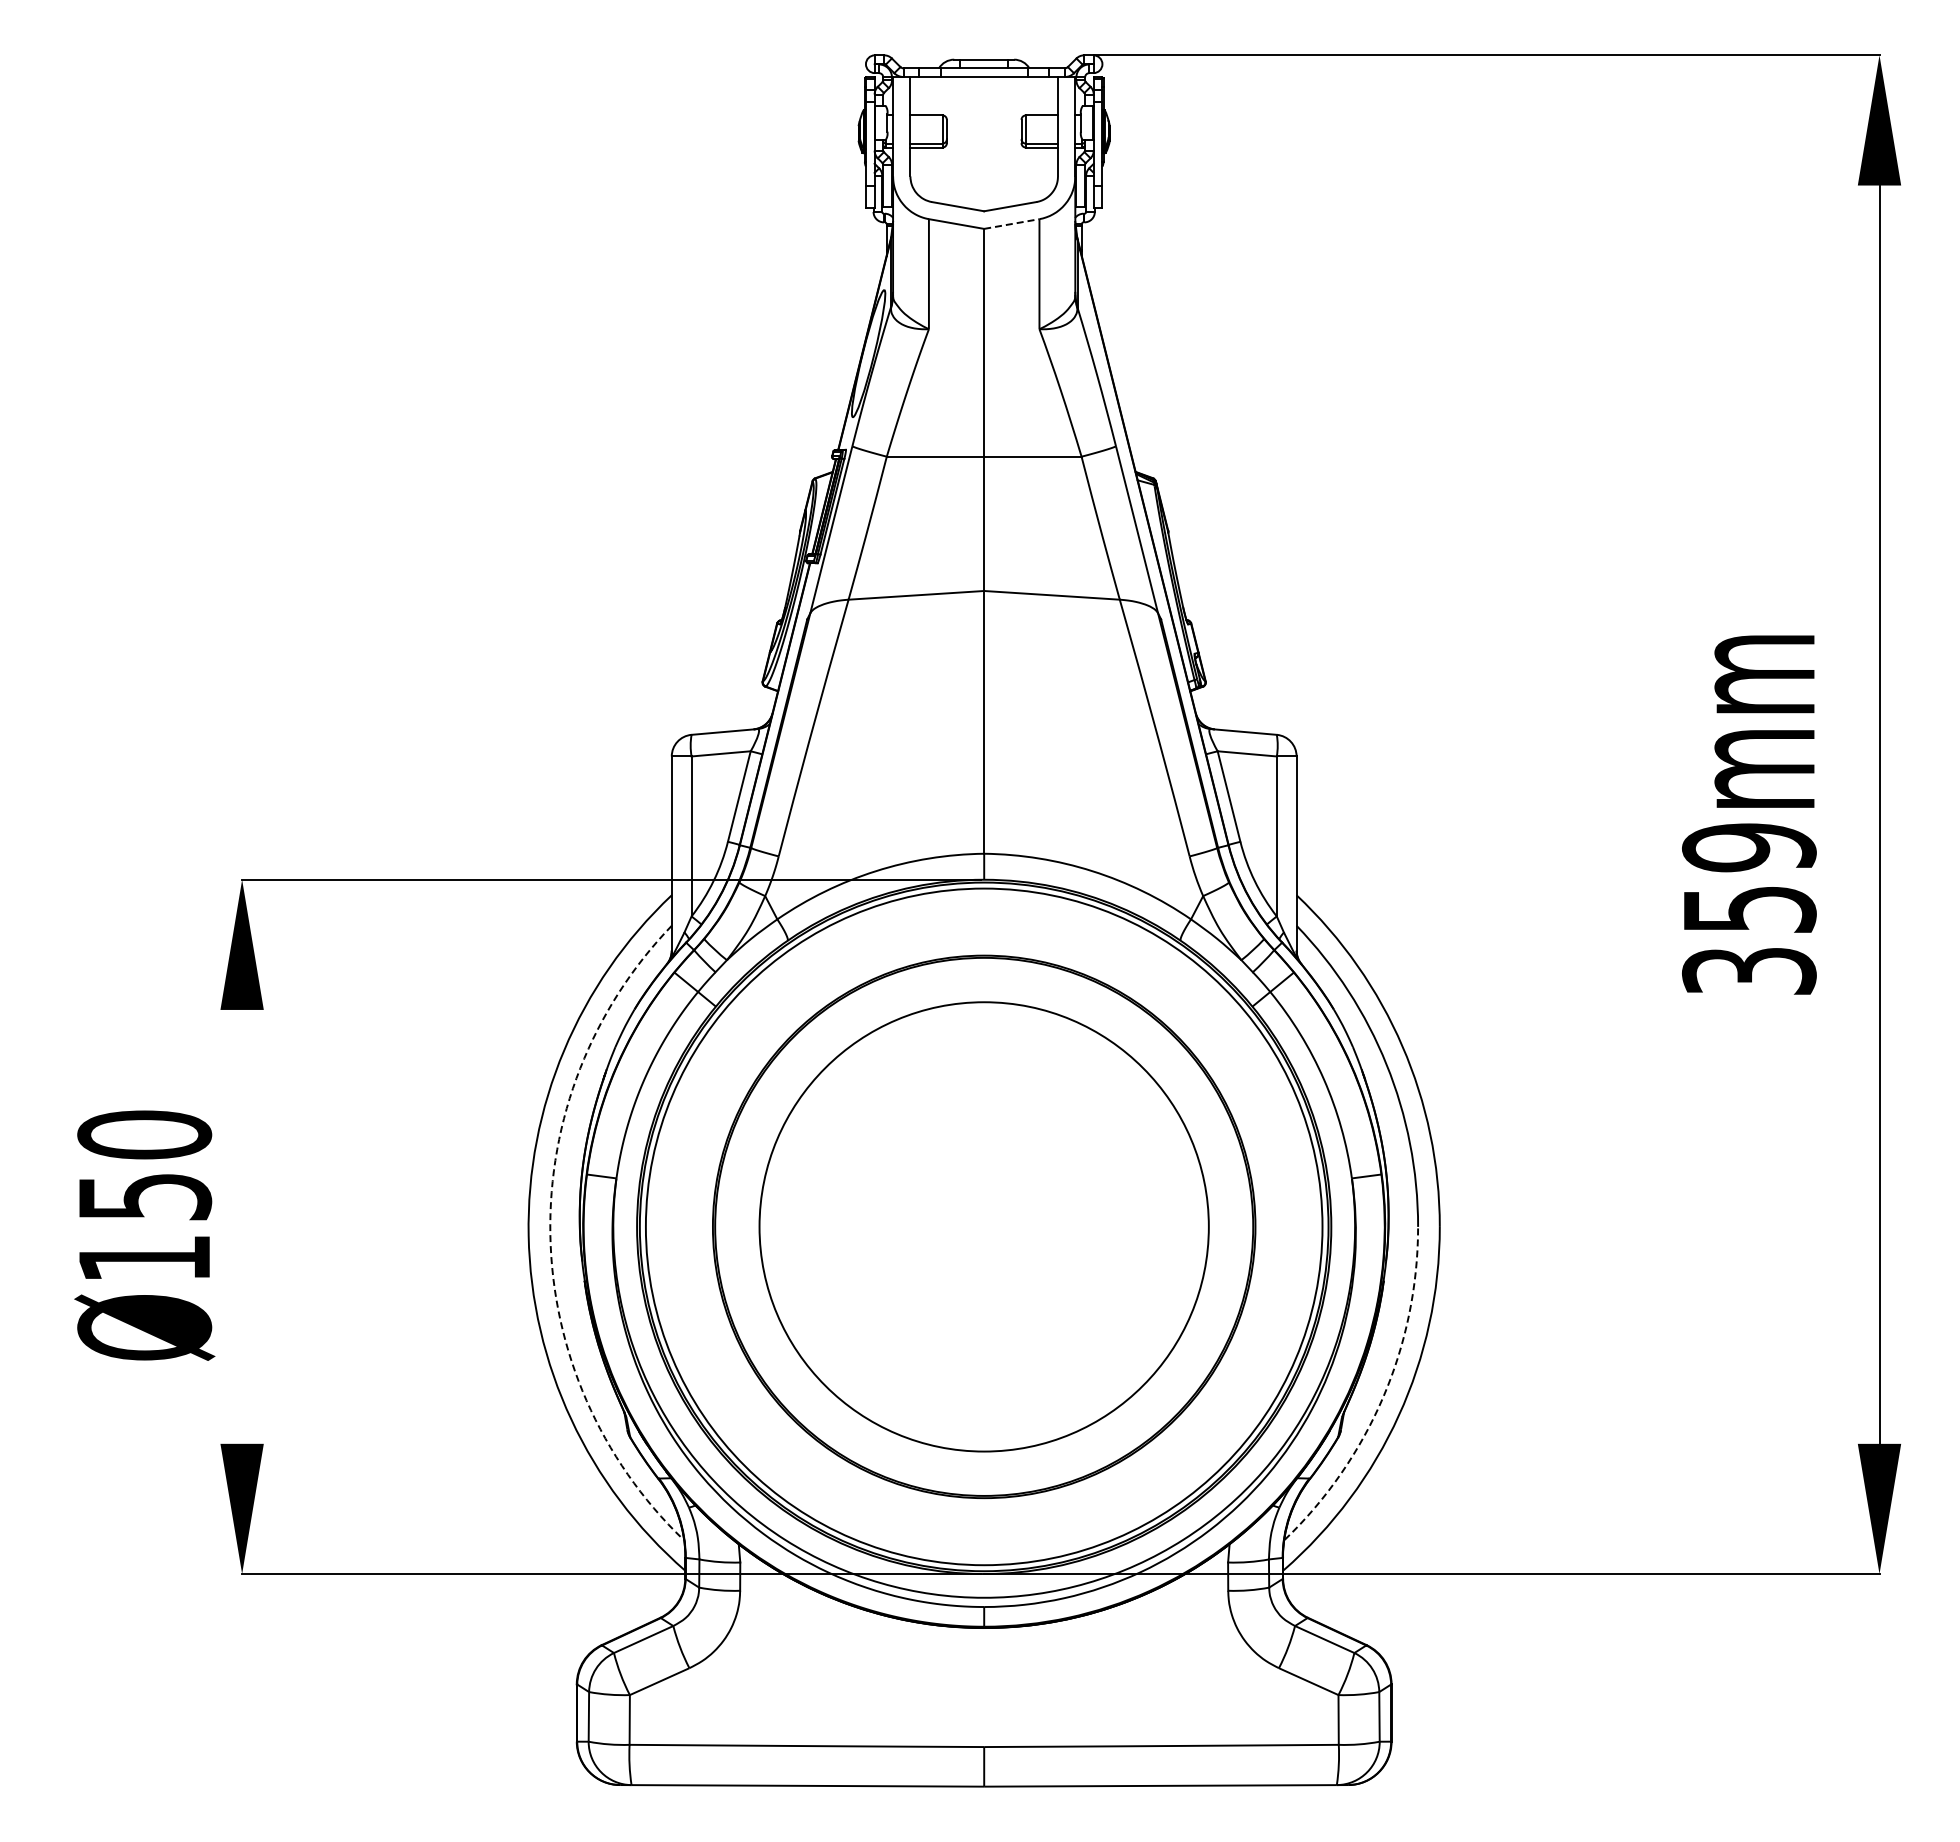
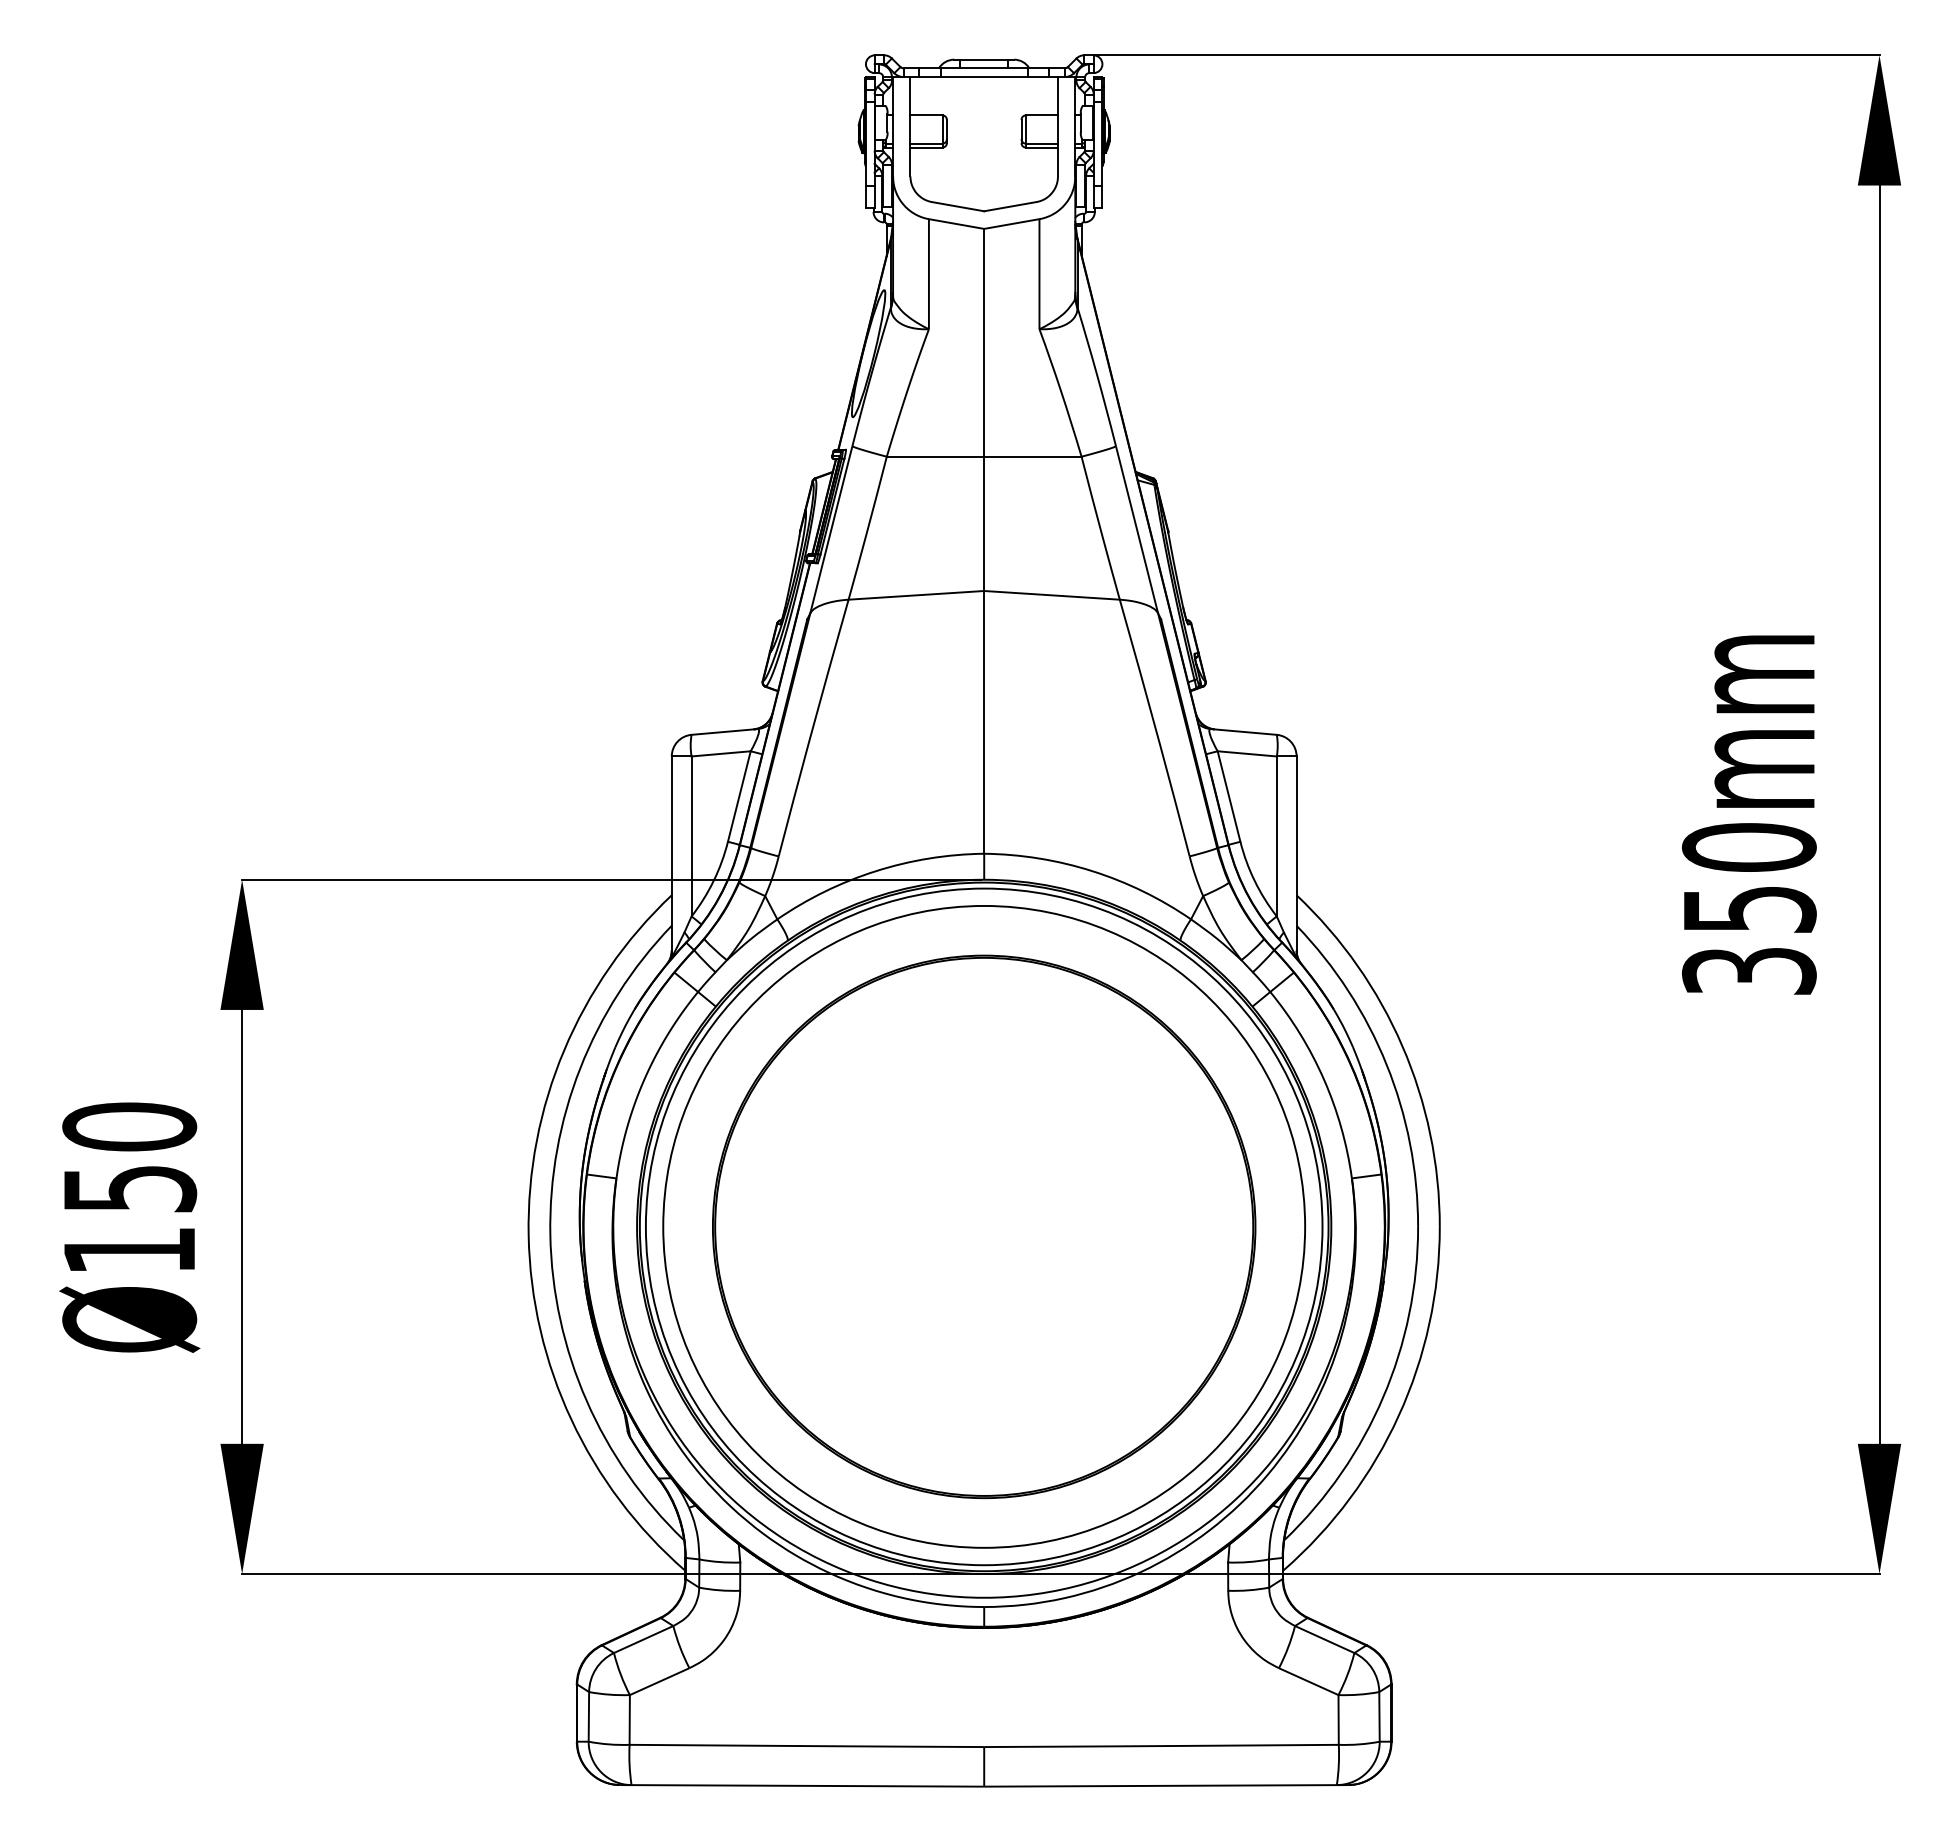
line at (1012, 223): dashed -> solid
text at (1749, 847): 359mm -> 350mm
line at (242, 1226): none -> present
circle at (983, 1226) diameter: 449 px -> 642 px
text at (144, 1235) position: (144, 1235) -> (129, 1227)
arc at (550, 1235): dashed -> solid
arc at (1383, 1396): dashed -> solid
